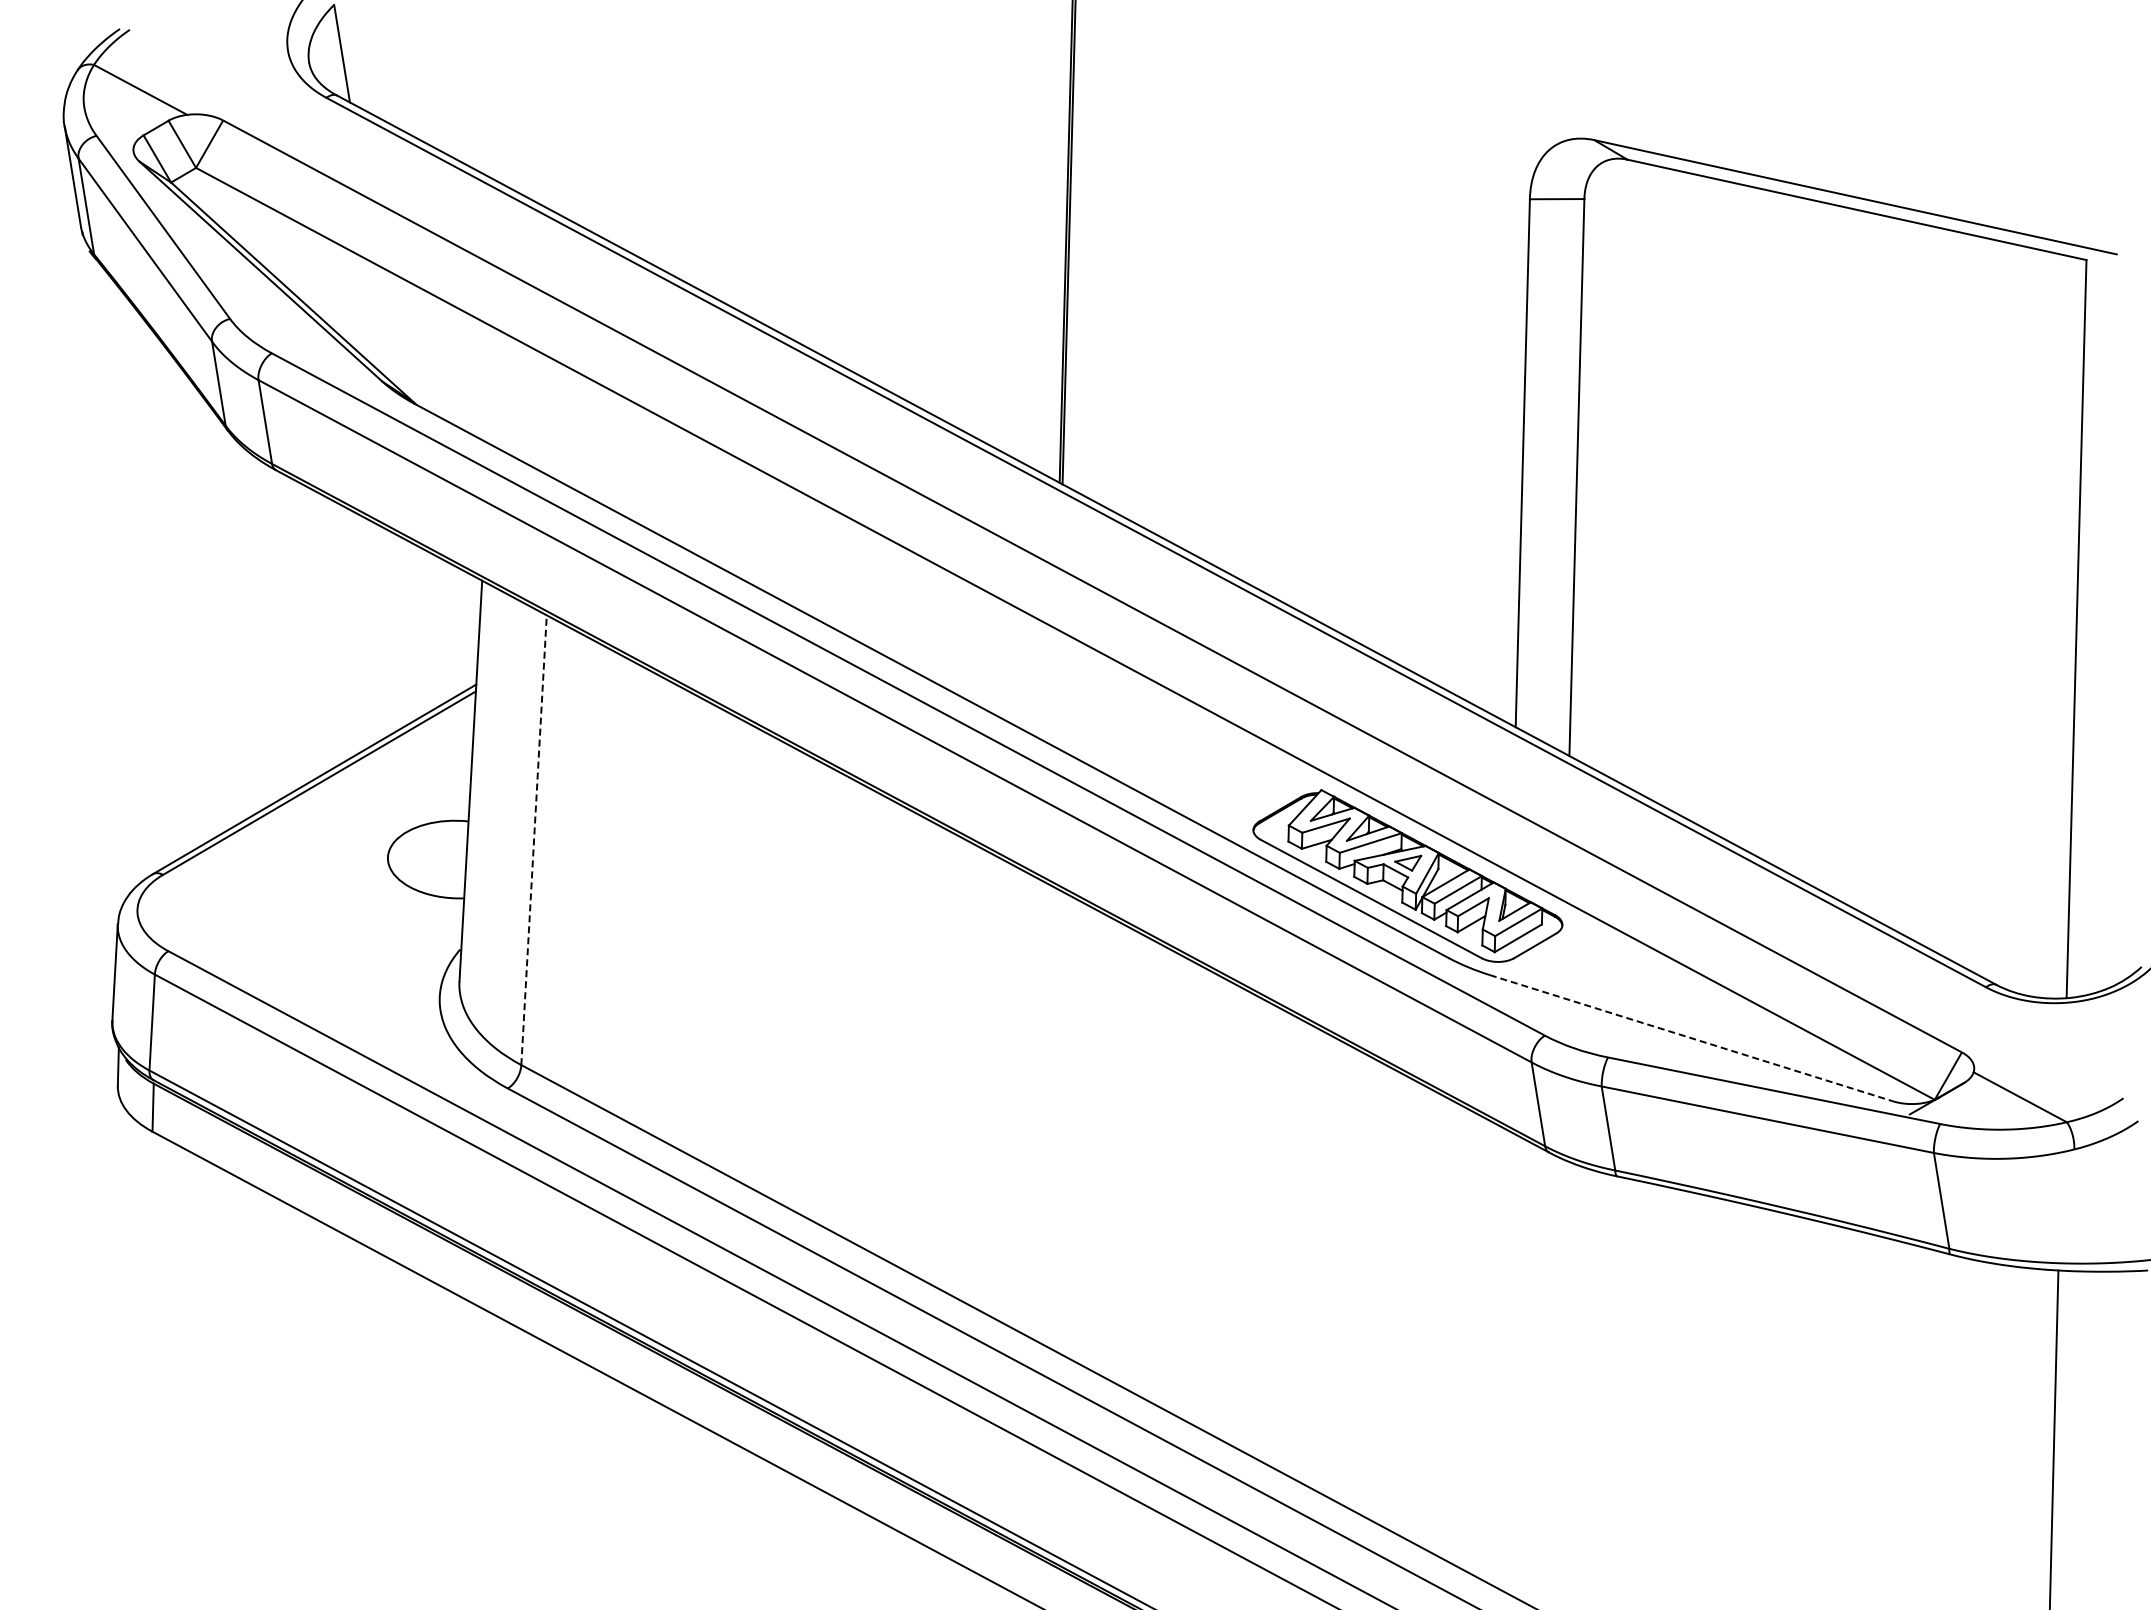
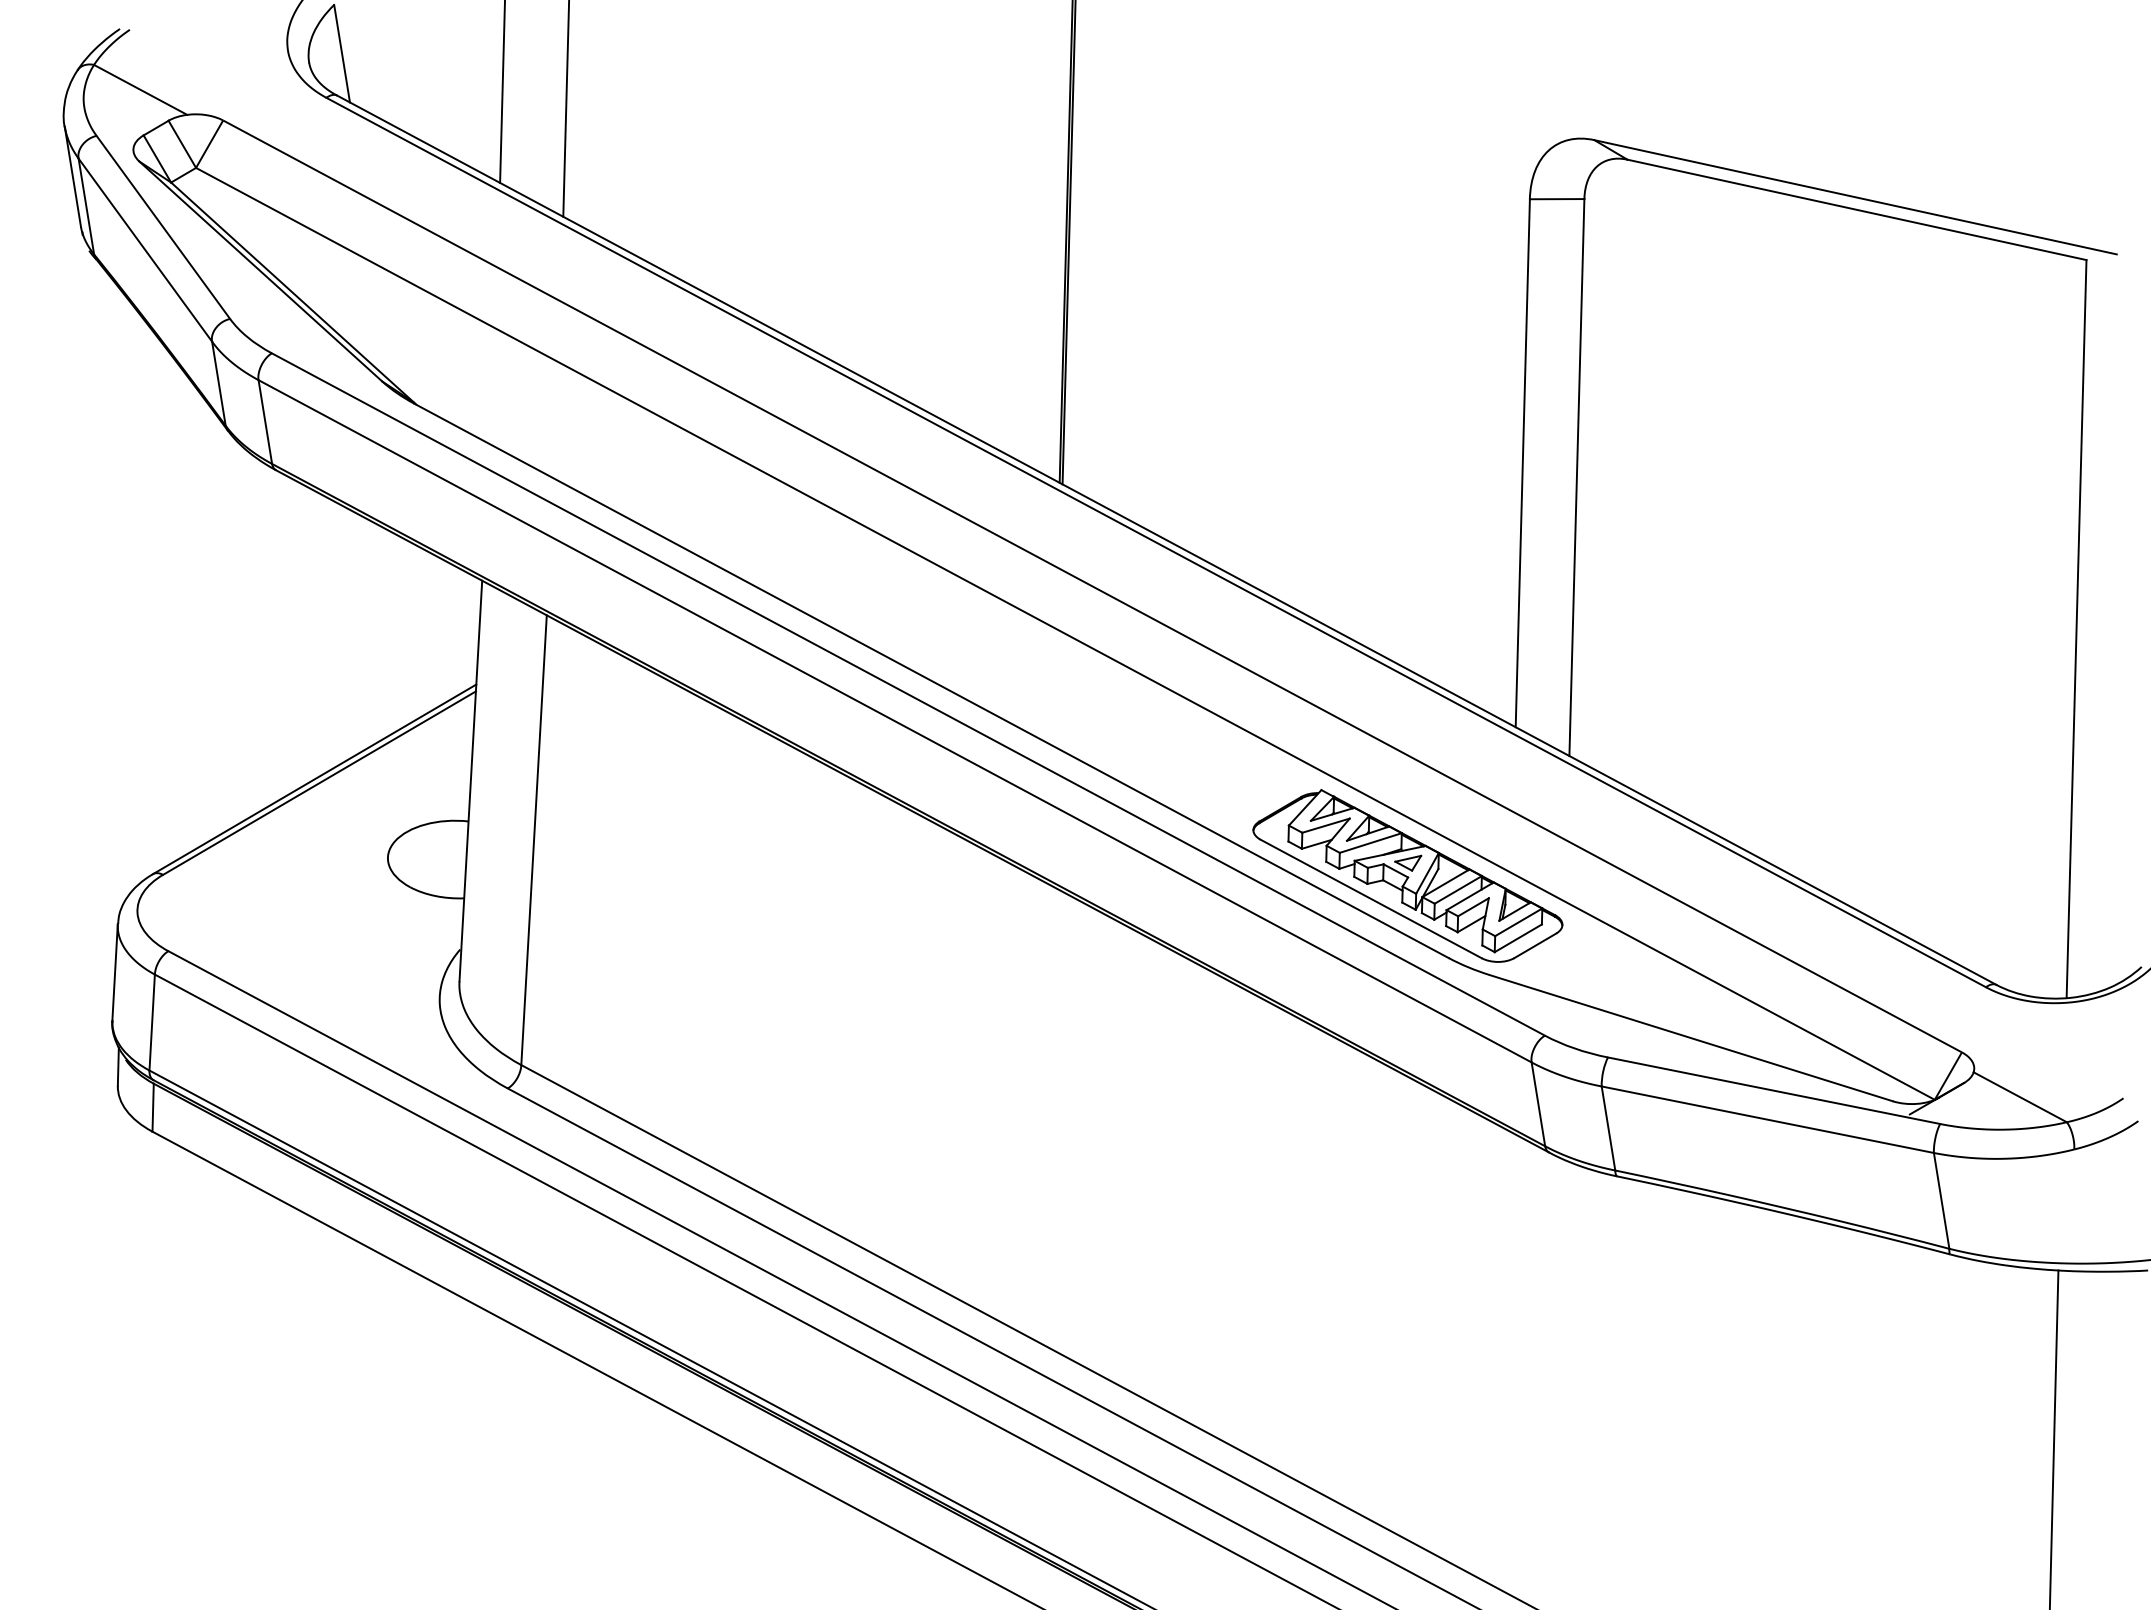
line at (502, 92): none -> present
line at (566, 109): none -> present
line at (534, 839): dashed -> solid
line at (1691, 1038): dashed -> solid
